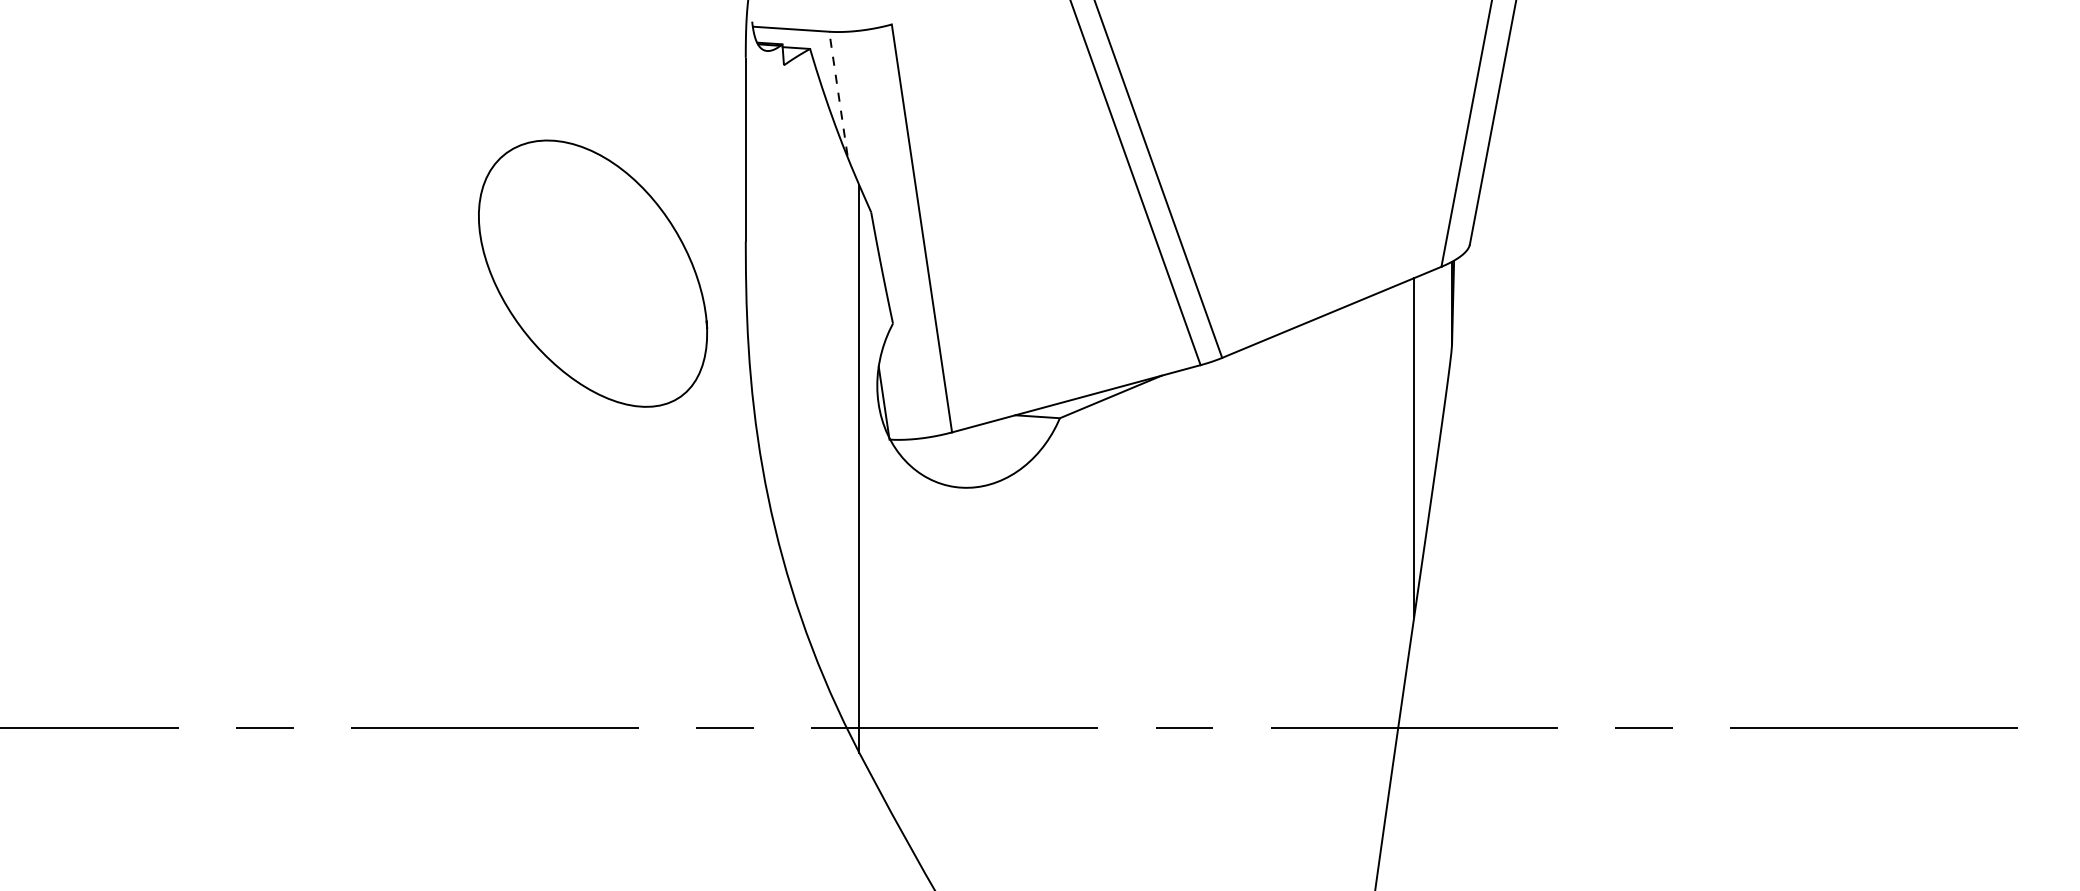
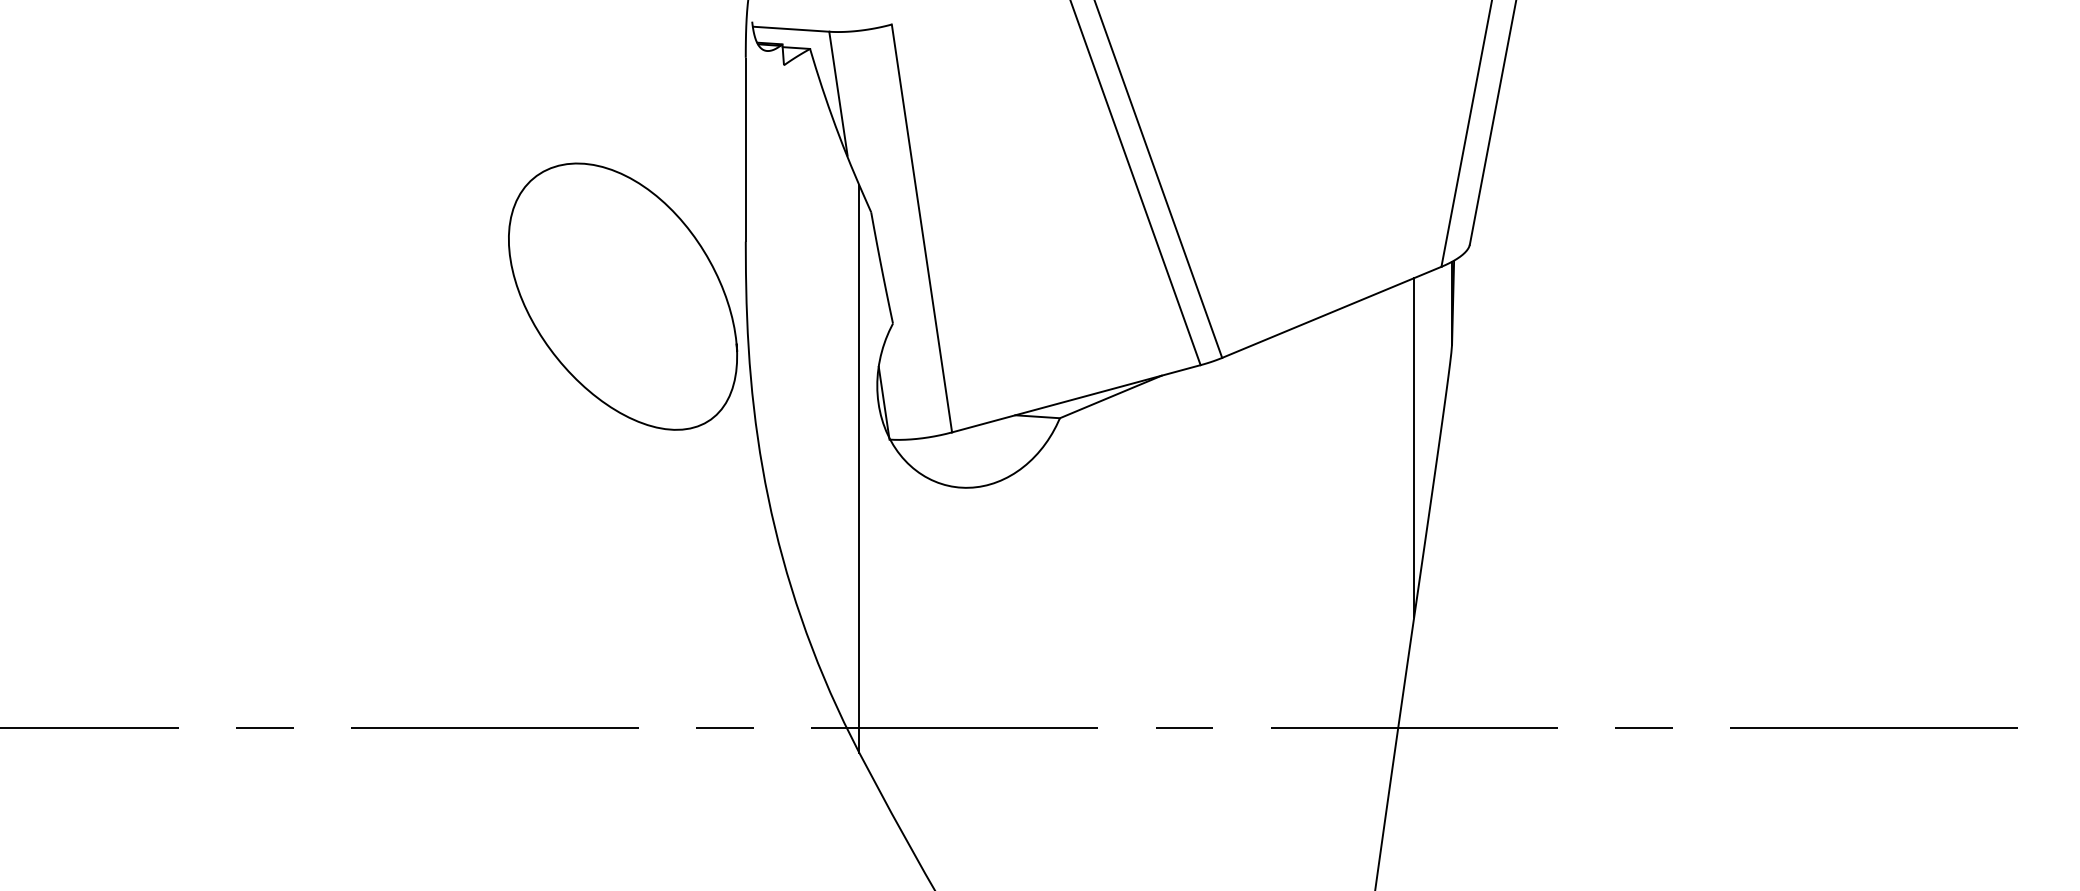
line at (838, 93): dashed -> solid
curve at (523, 328) position: (523, 328) -> (553, 351)
